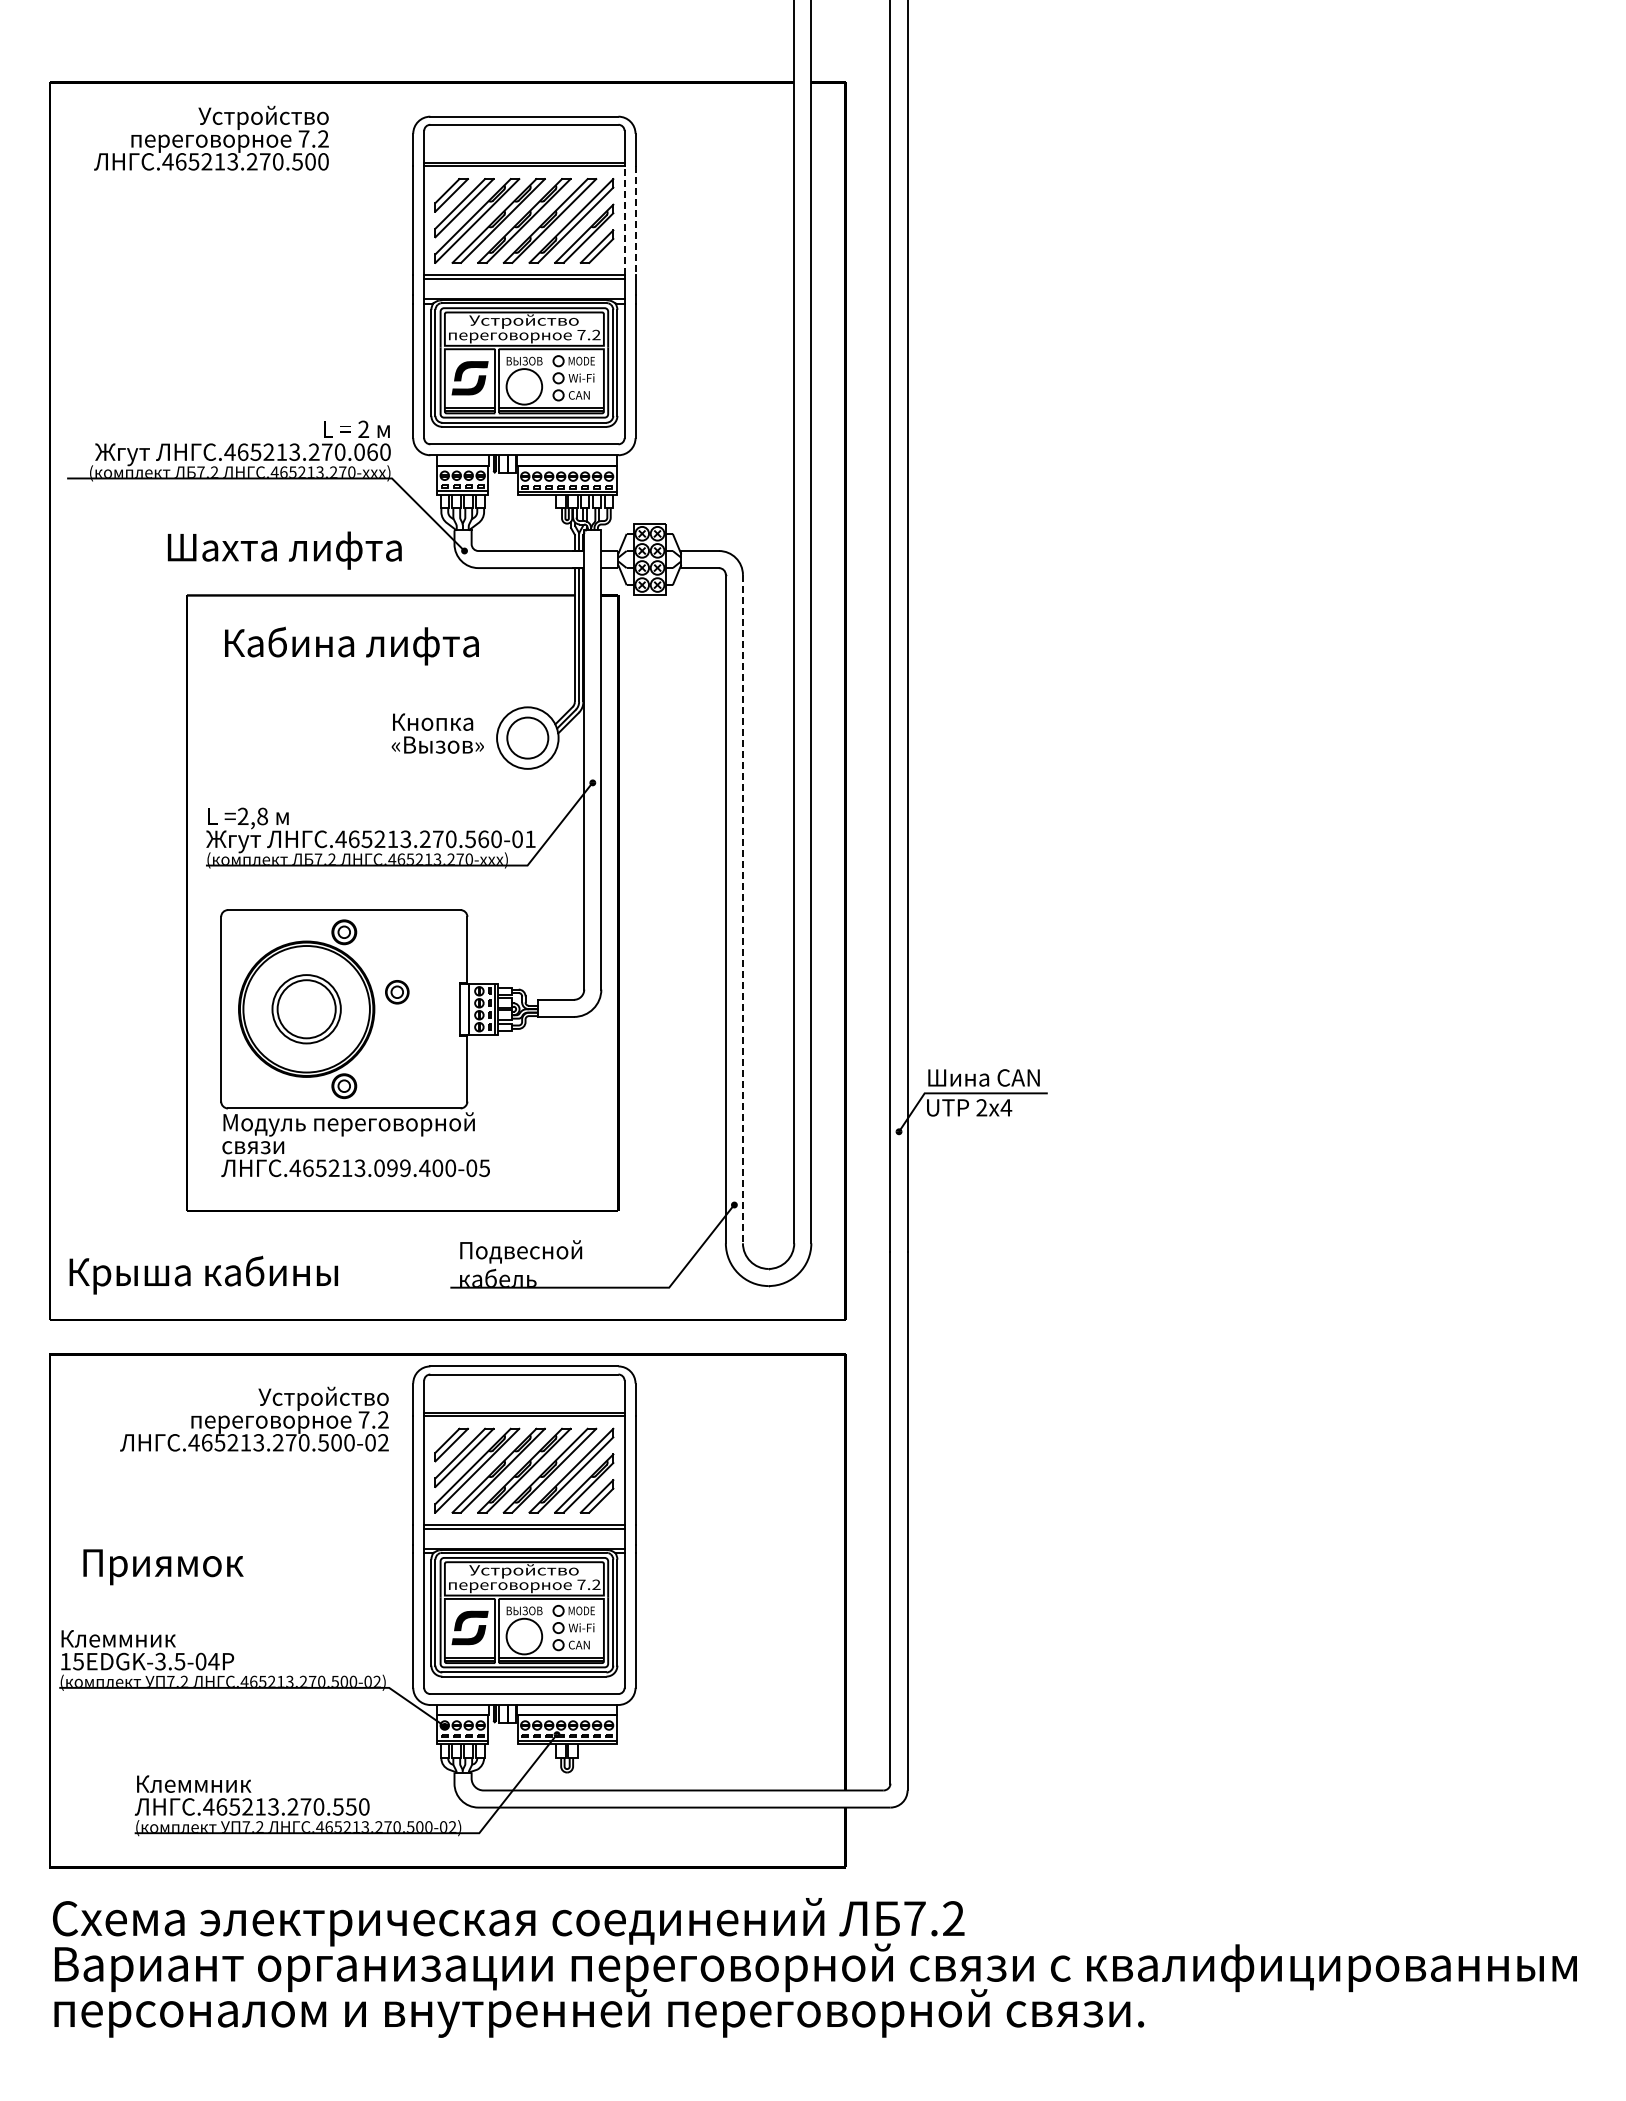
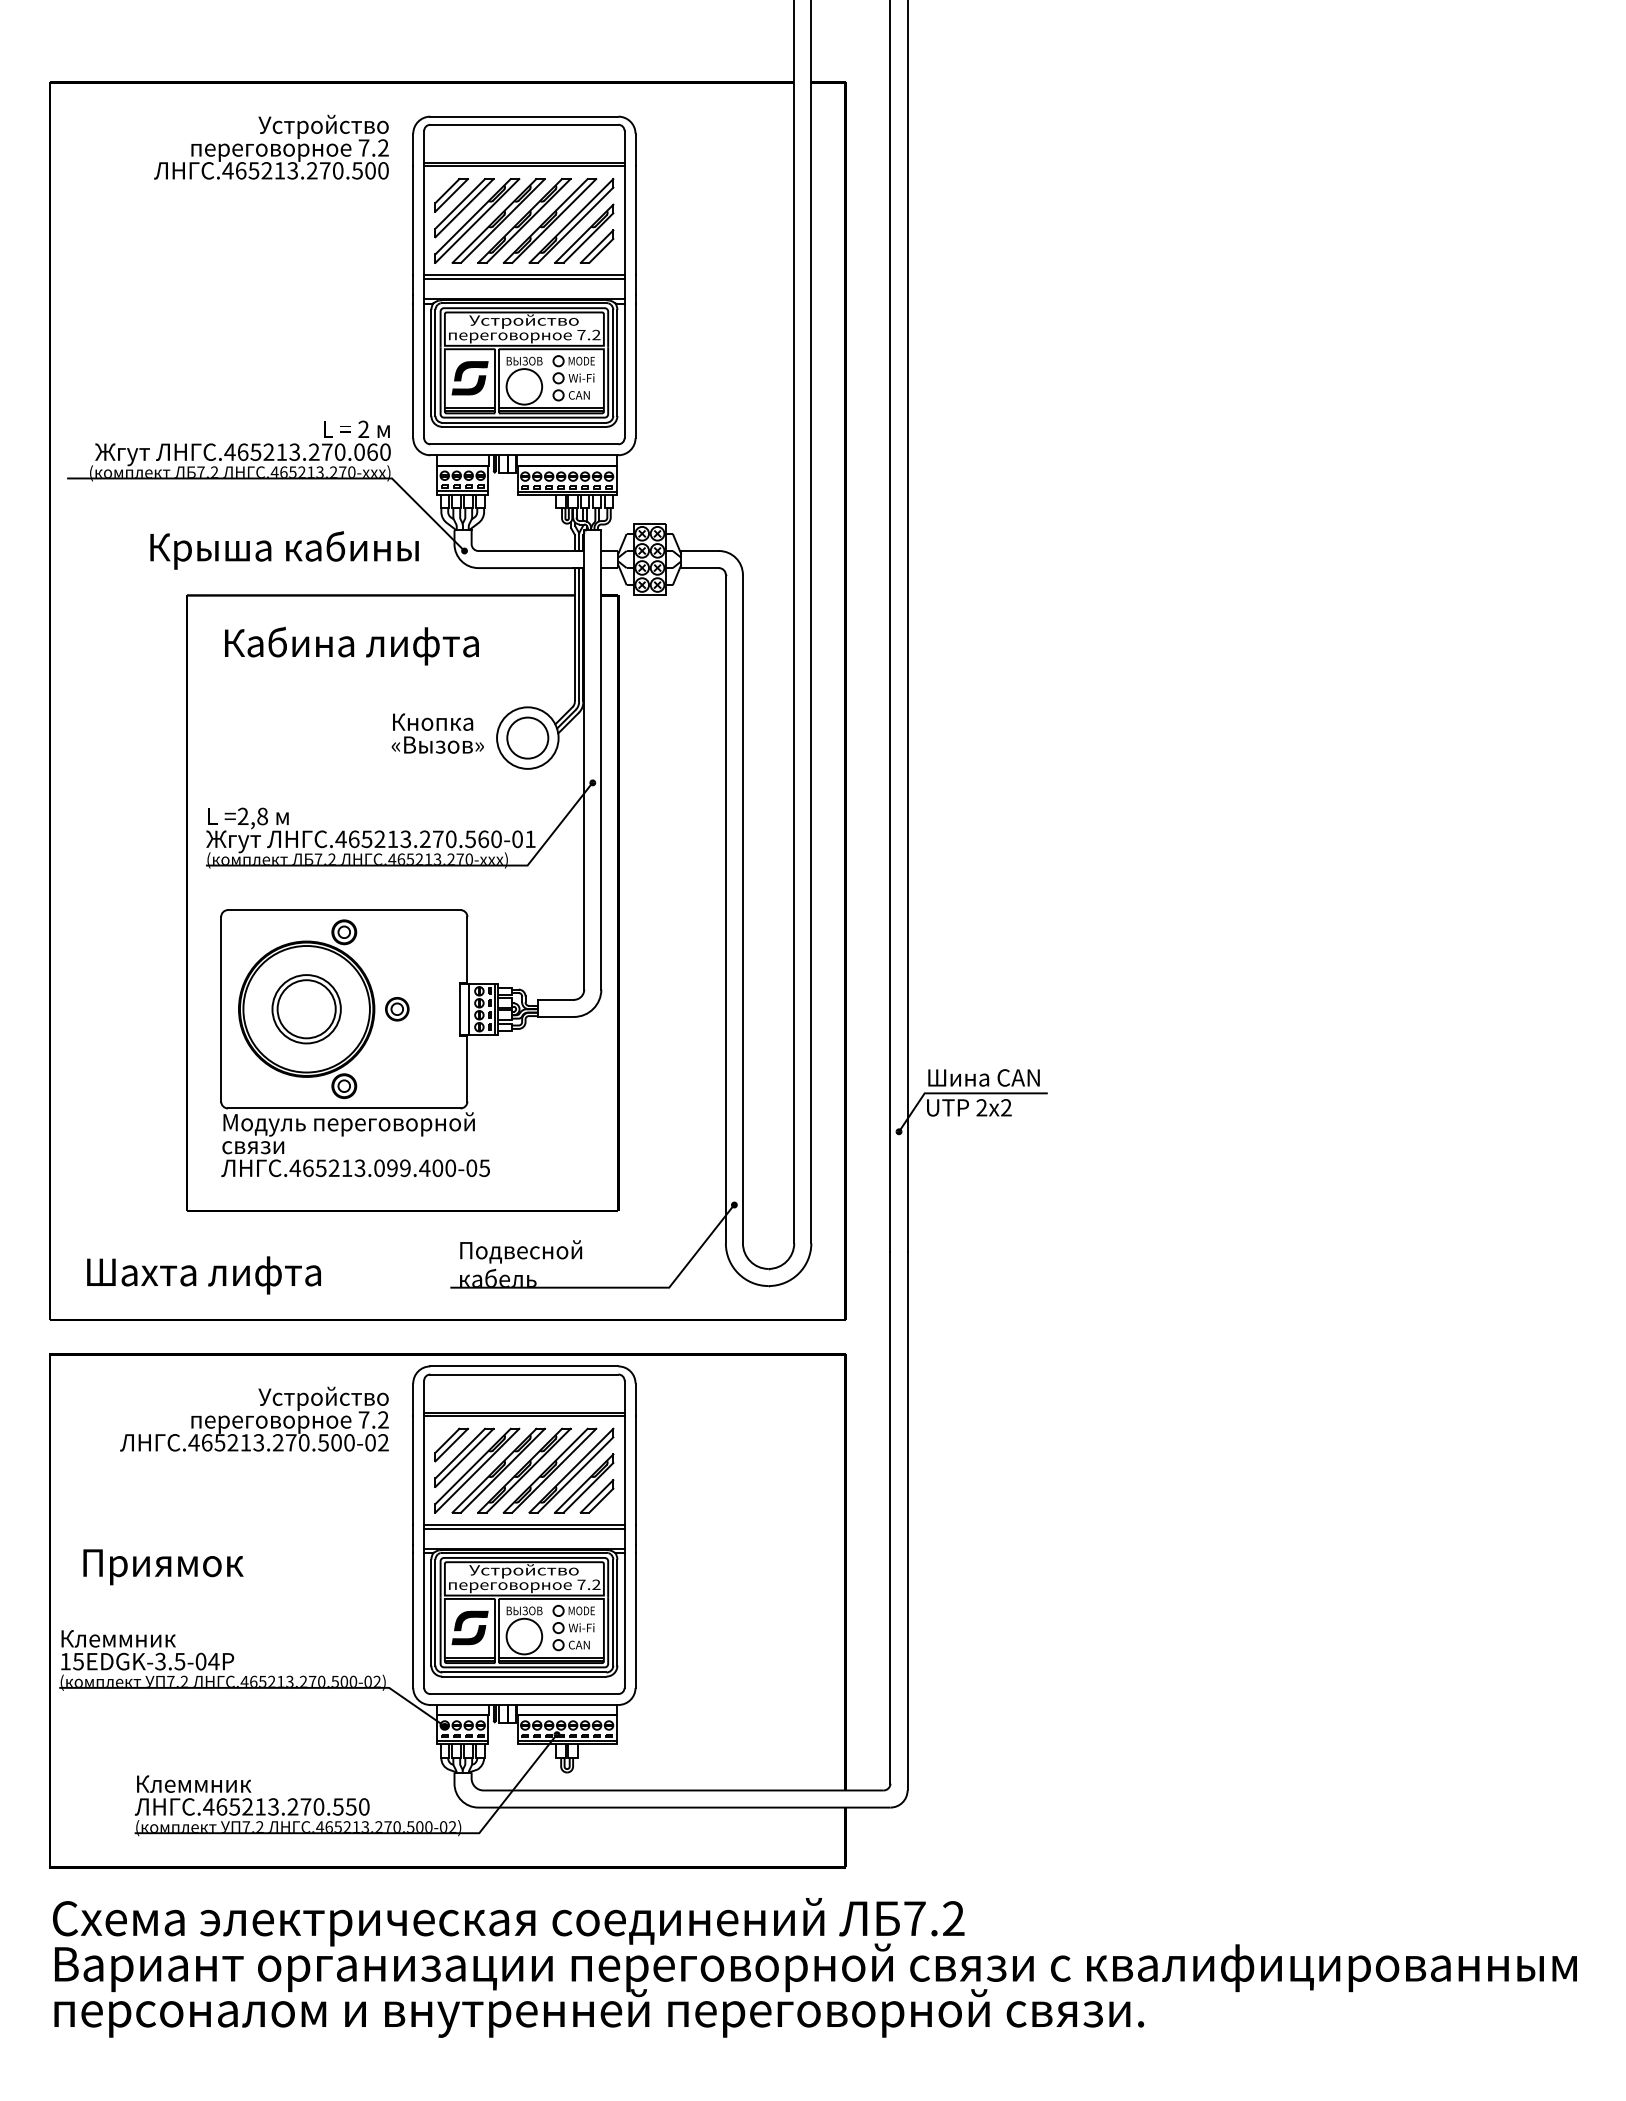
text at (211, 137) position: (211, 137) -> (271, 146)
line at (624, 220): dashed -> solid
line at (635, 220): dashed -> solid
text at (284, 550): Шахта лифта -> Крыша кабины
line at (742, 909): dashed -> solid
part at (397, 992) position: (397, 992) -> (397, 1009)
text at (1006, 1107): 2x4 -> 2x2
text at (203, 1274): Крыша кабины -> Шахта лифта
